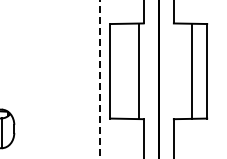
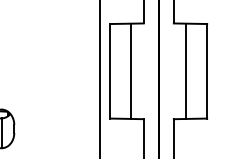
line at (139, 70) position: (139, 70) -> (131, 70)
line at (192, 70) position: (192, 70) -> (186, 70)
line at (99, 79): dashed -> solid
